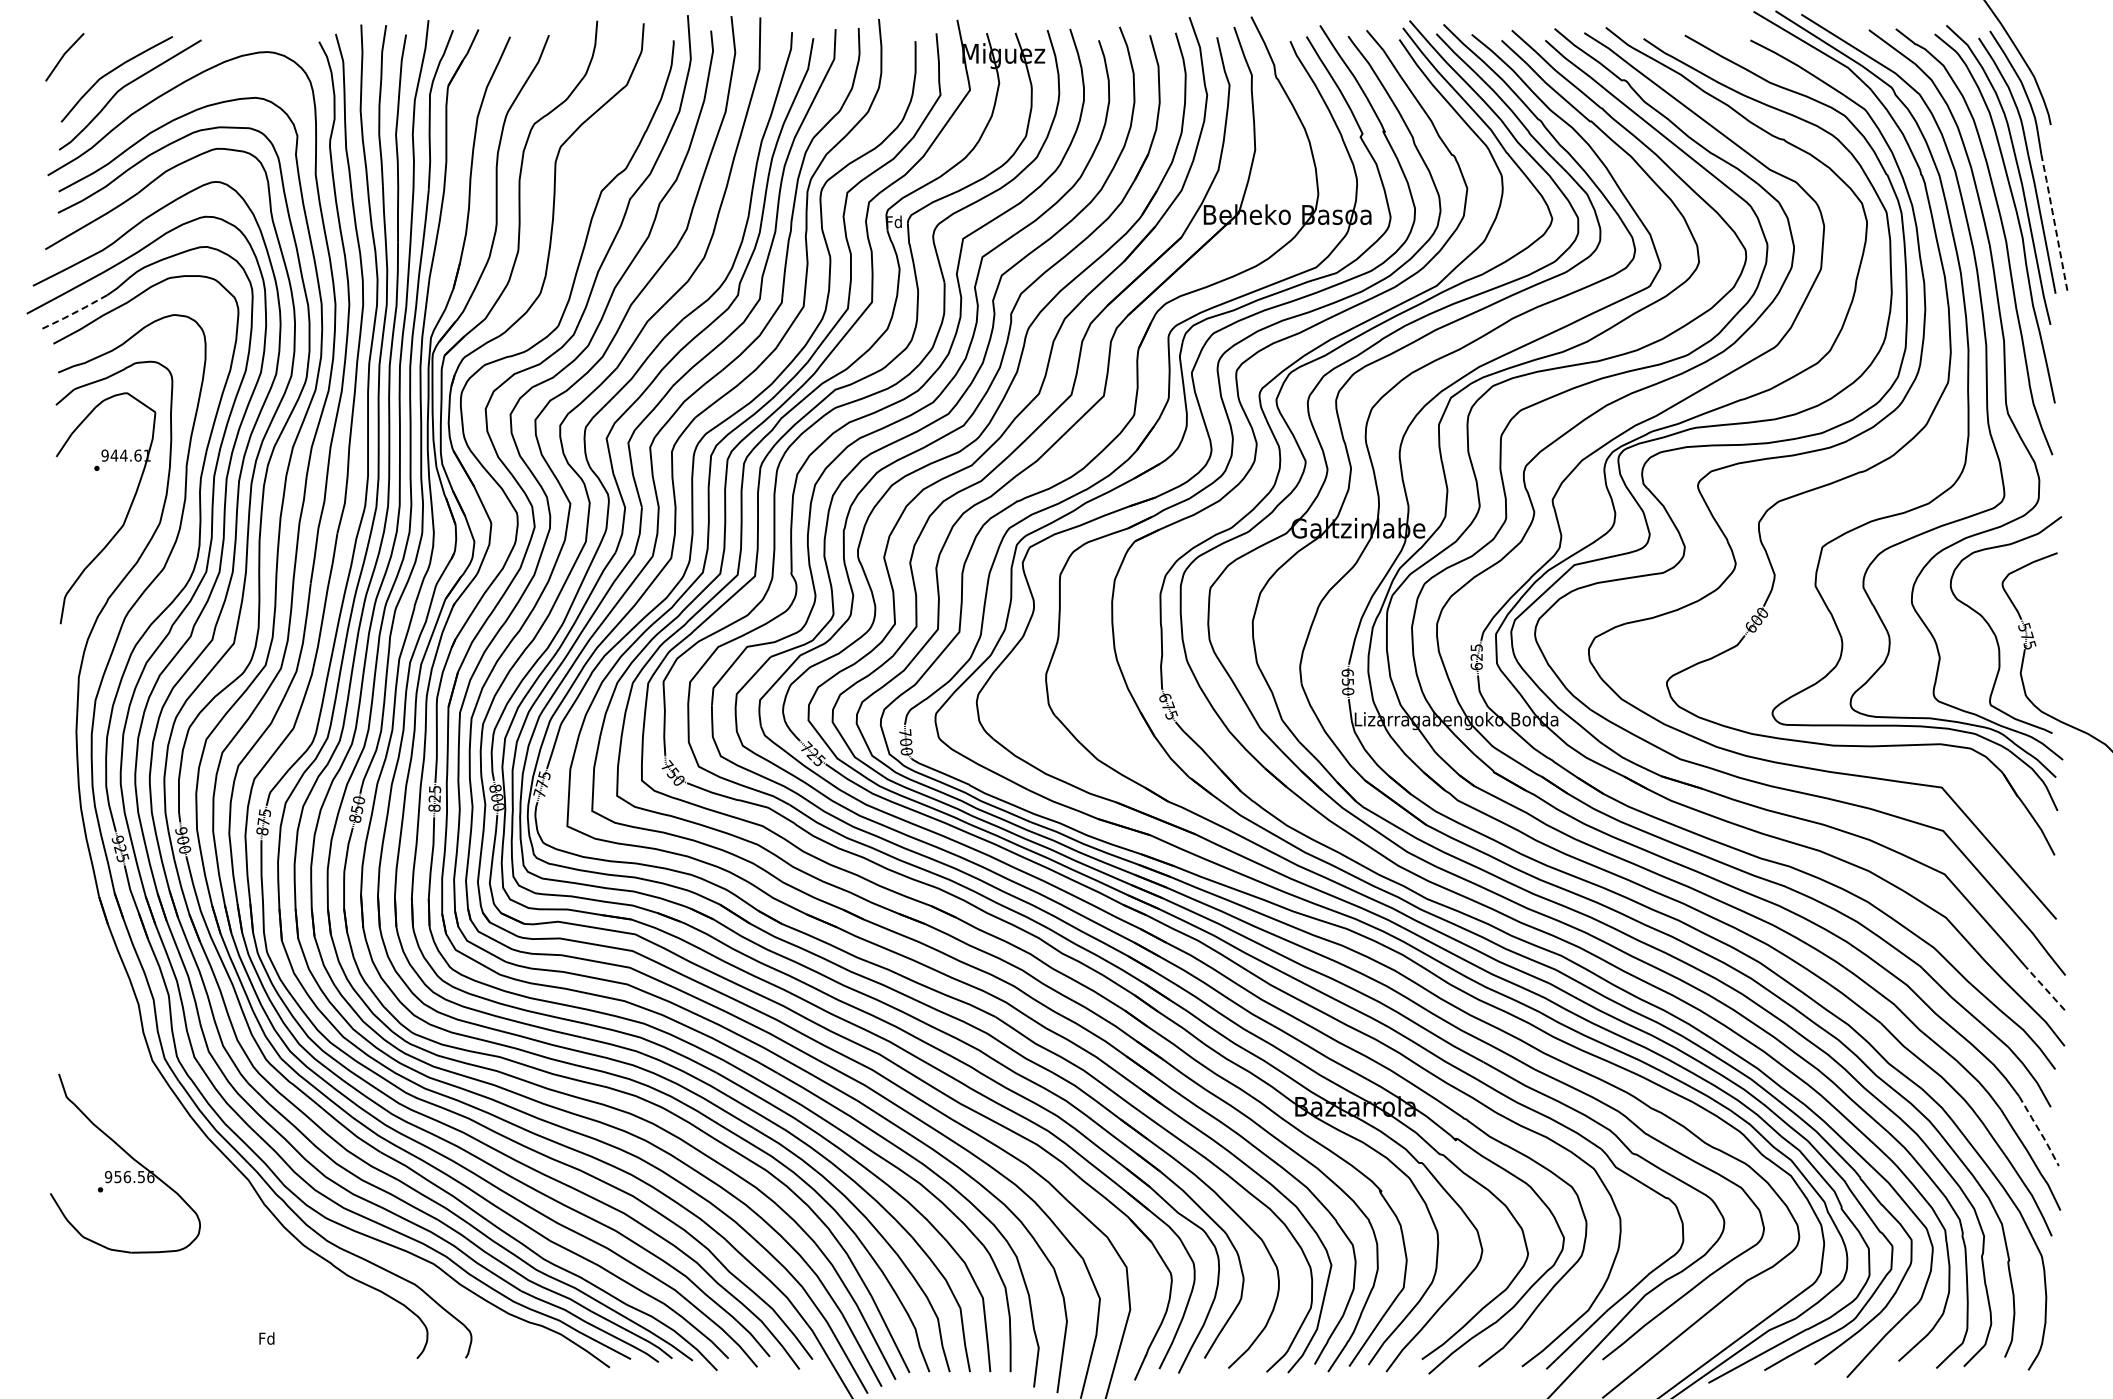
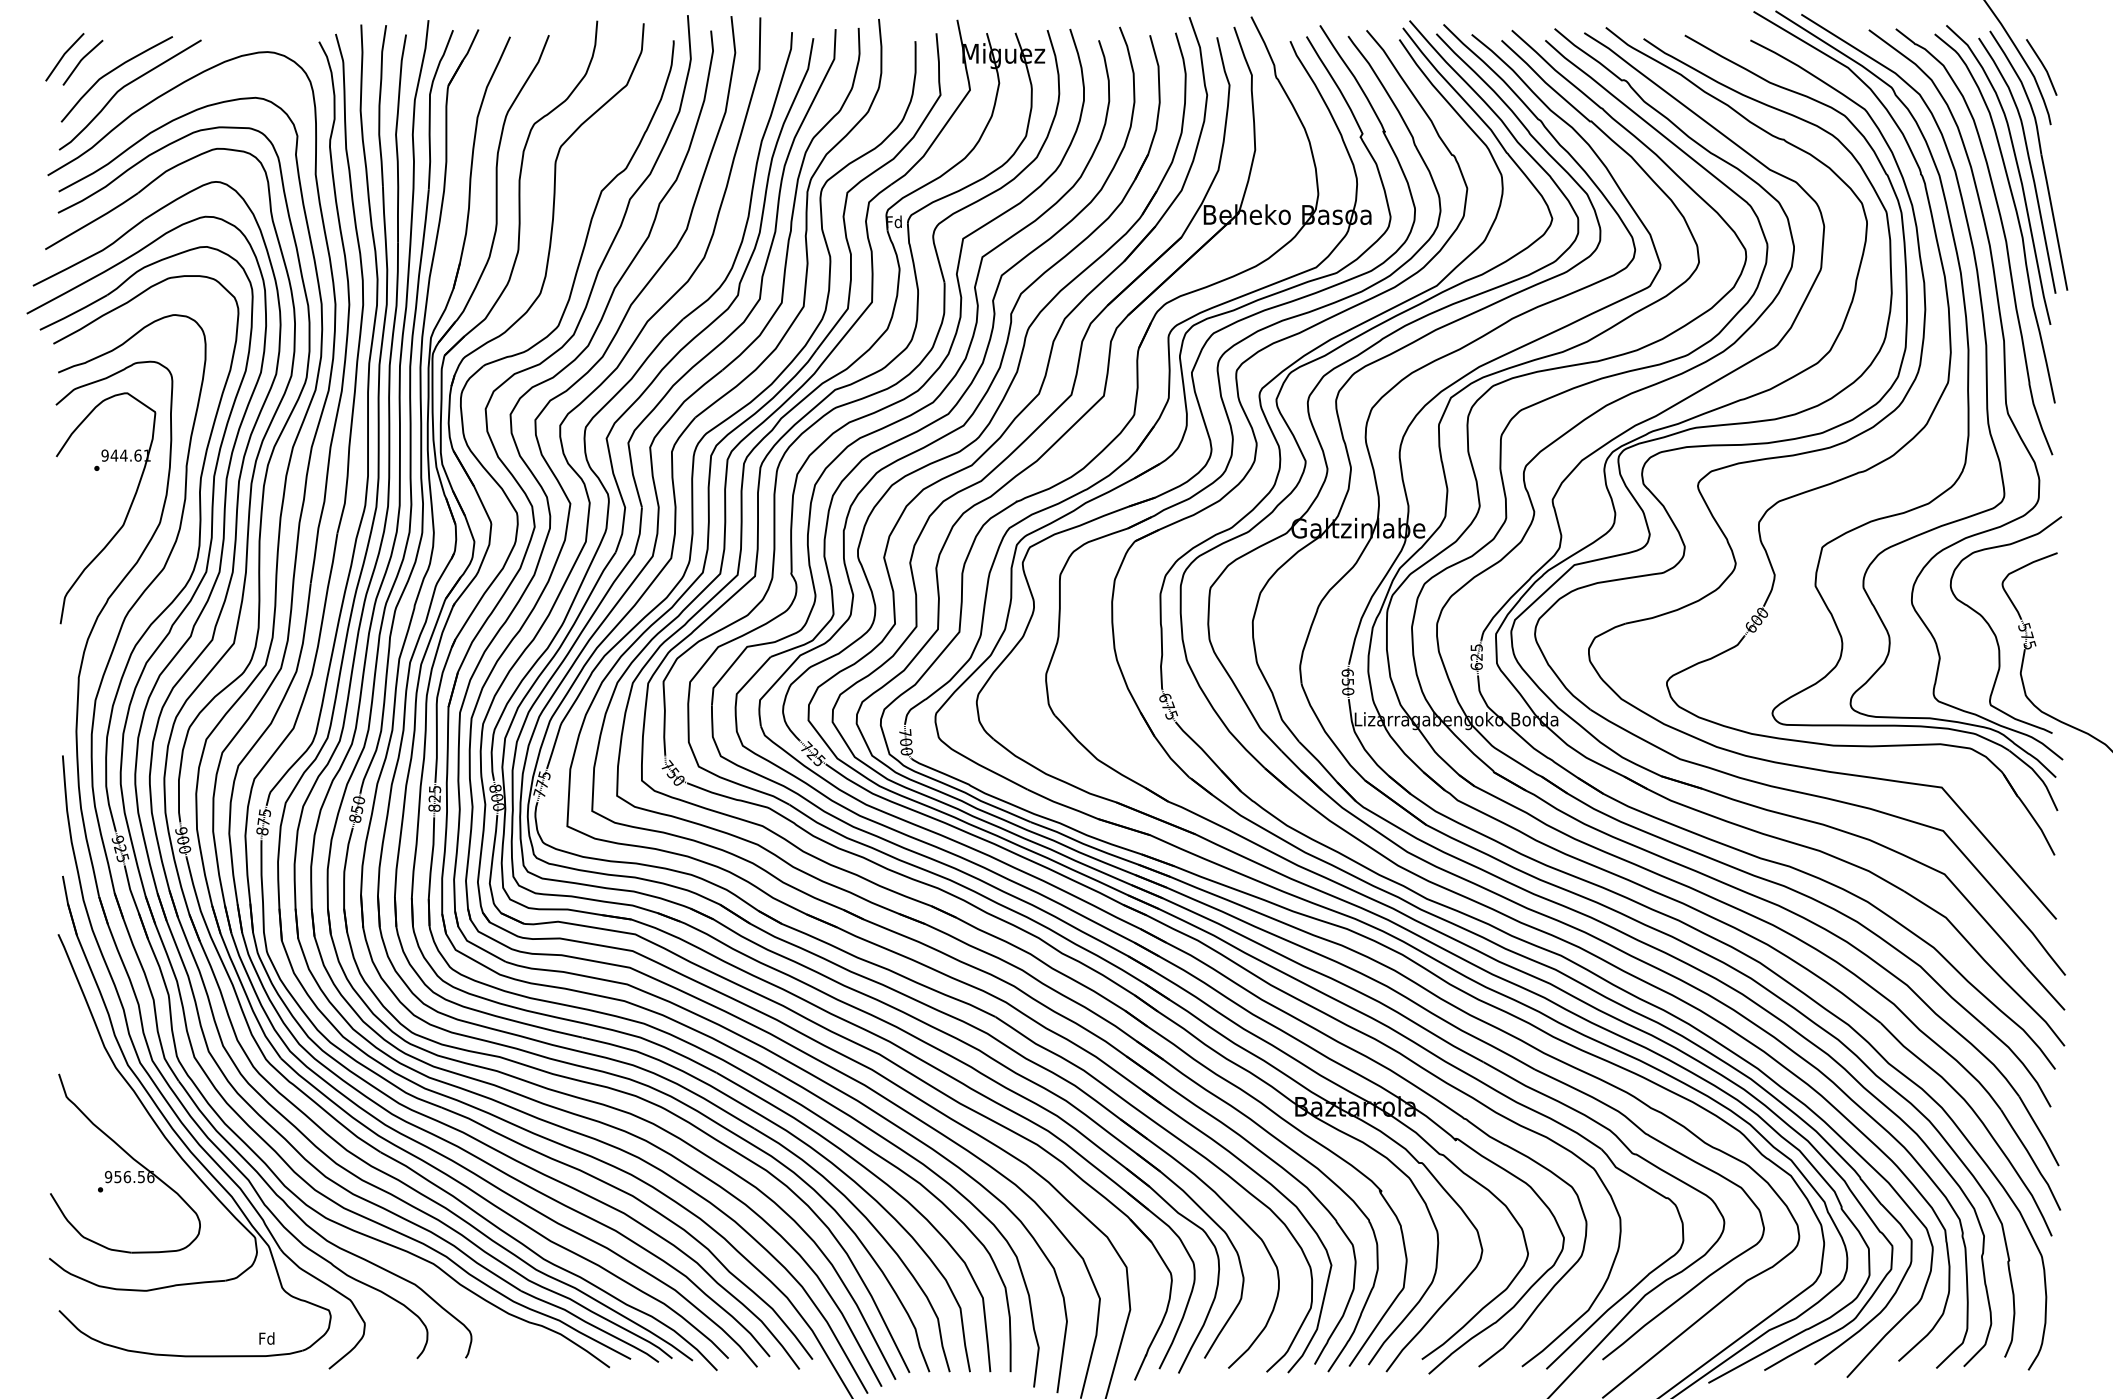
line at (81, 61): none -> present
line at (2042, 66): none -> present
line at (2054, 221): dashed -> solid
line at (73, 313): dashed -> solid
line at (2044, 987): dashed -> solid
part at (163, 1094): none -> present
line at (2039, 1131): dashed -> solid
